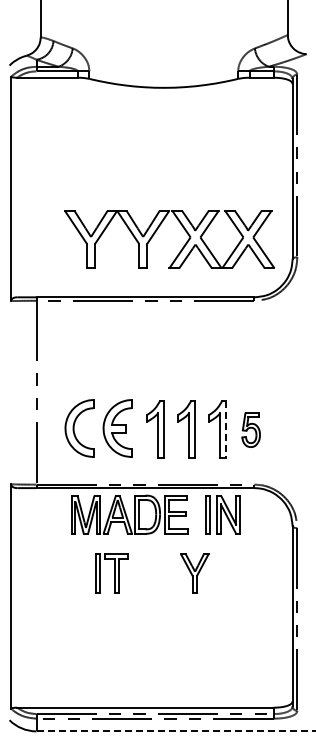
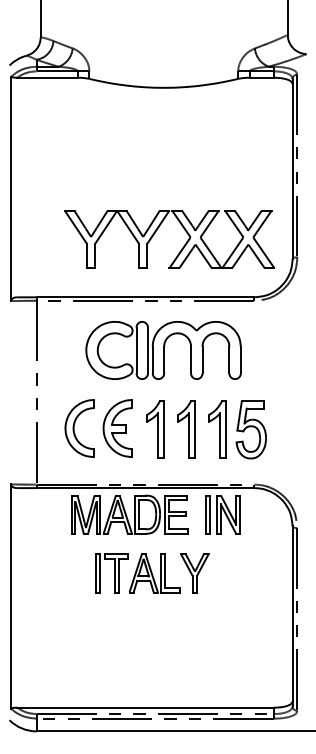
part at (163, 350): none -> present
line at (226, 429): dashed -> solid
part at (250, 429) size: 20x36 px -> 32x60 px
part at (154, 573): none -> present
line at (176, 731): dashed -> solid
